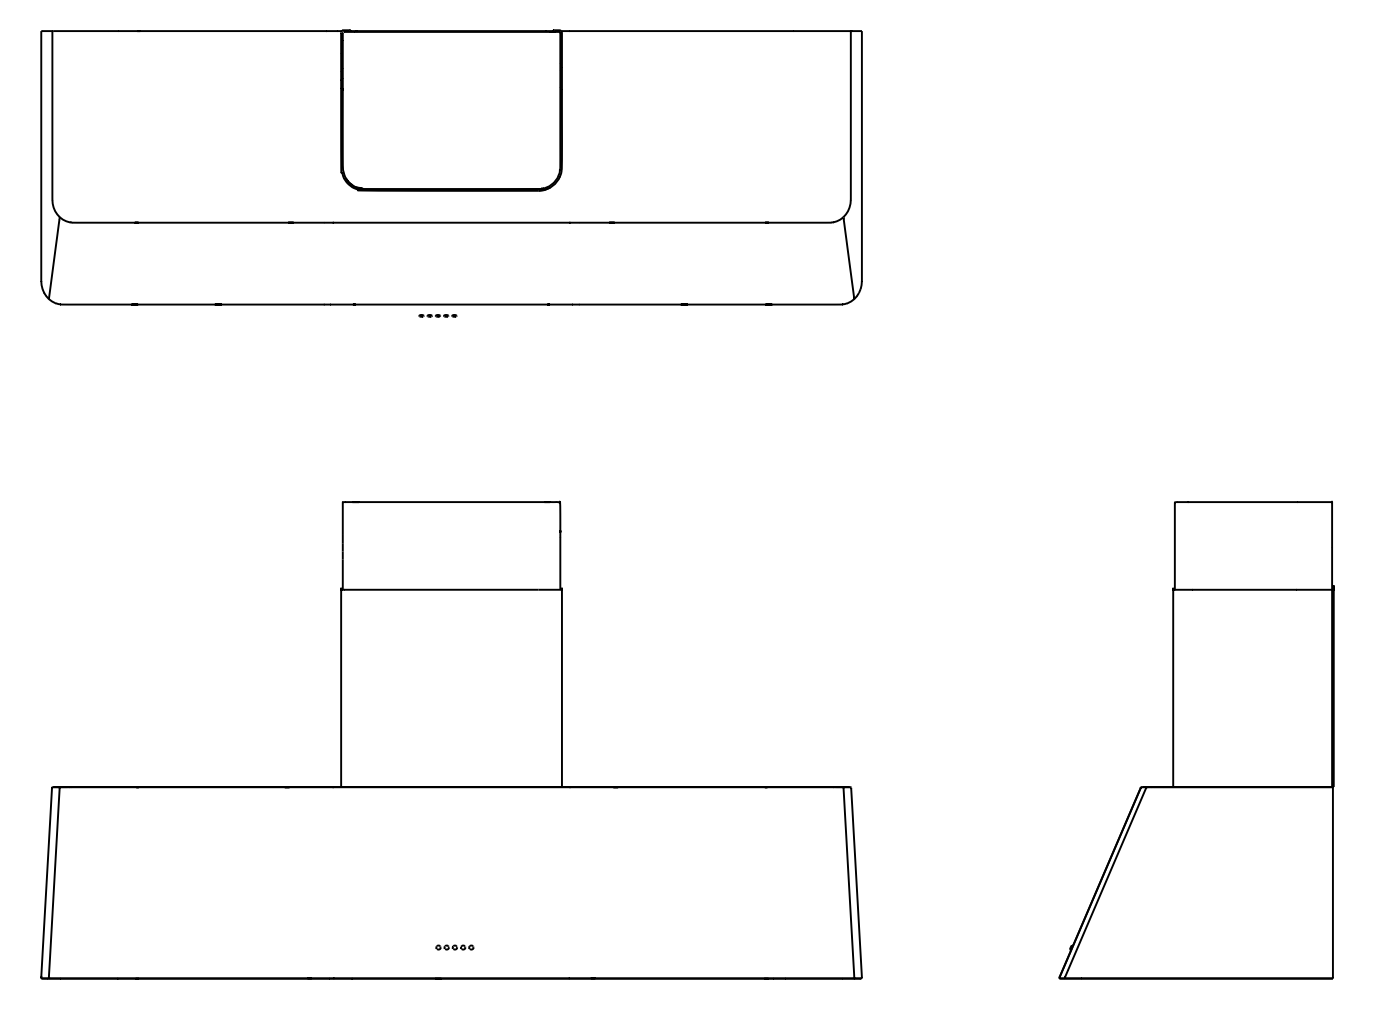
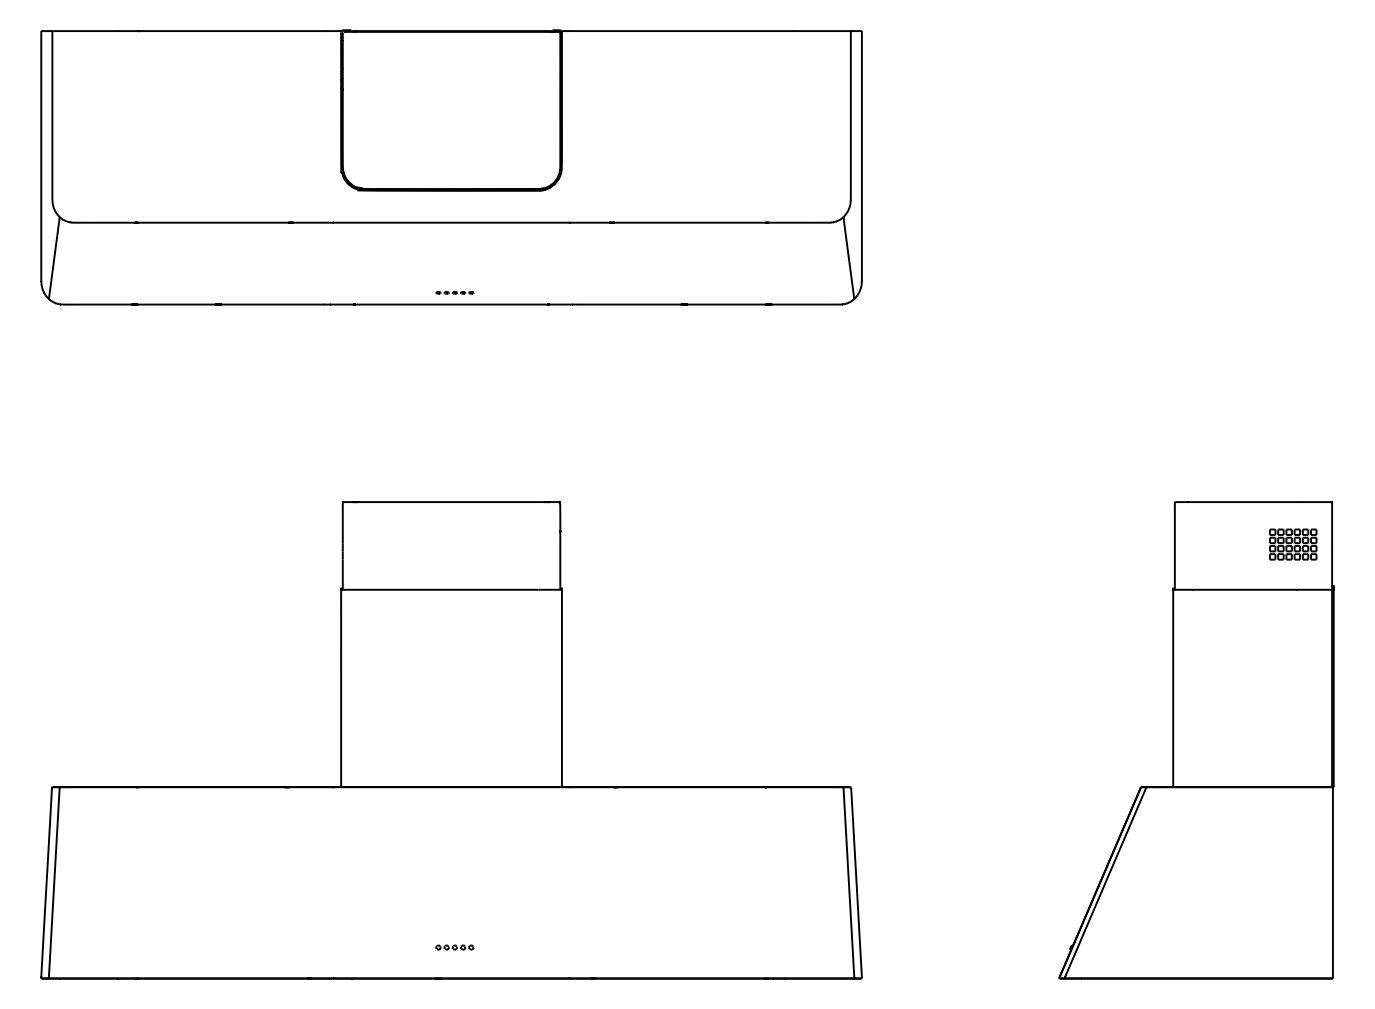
line at (437, 315) position: (437, 315) -> (454, 292)
part at (1293, 544): none -> present
